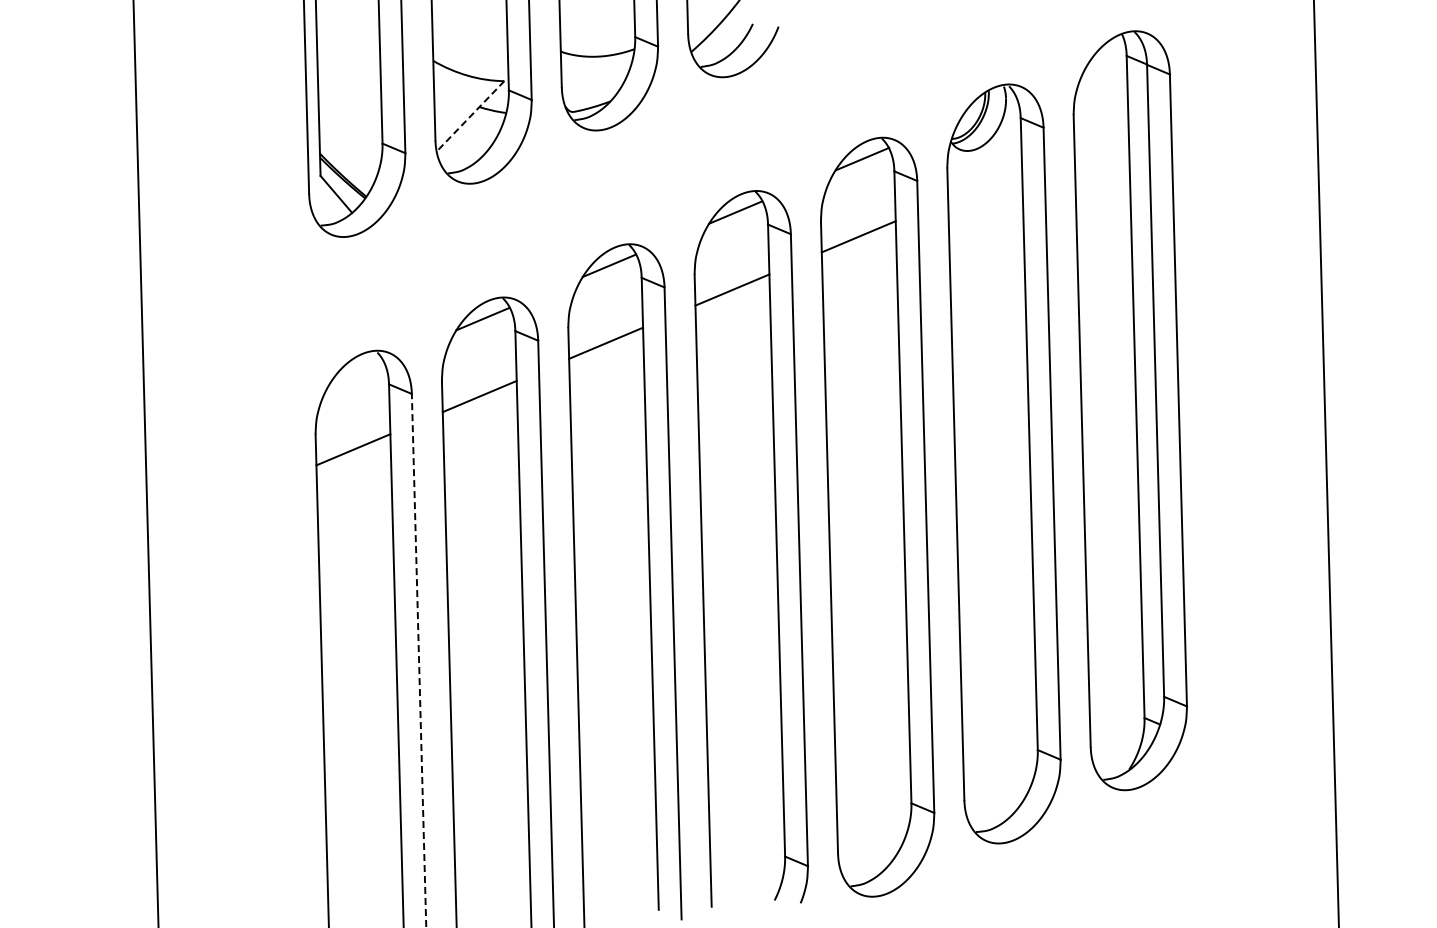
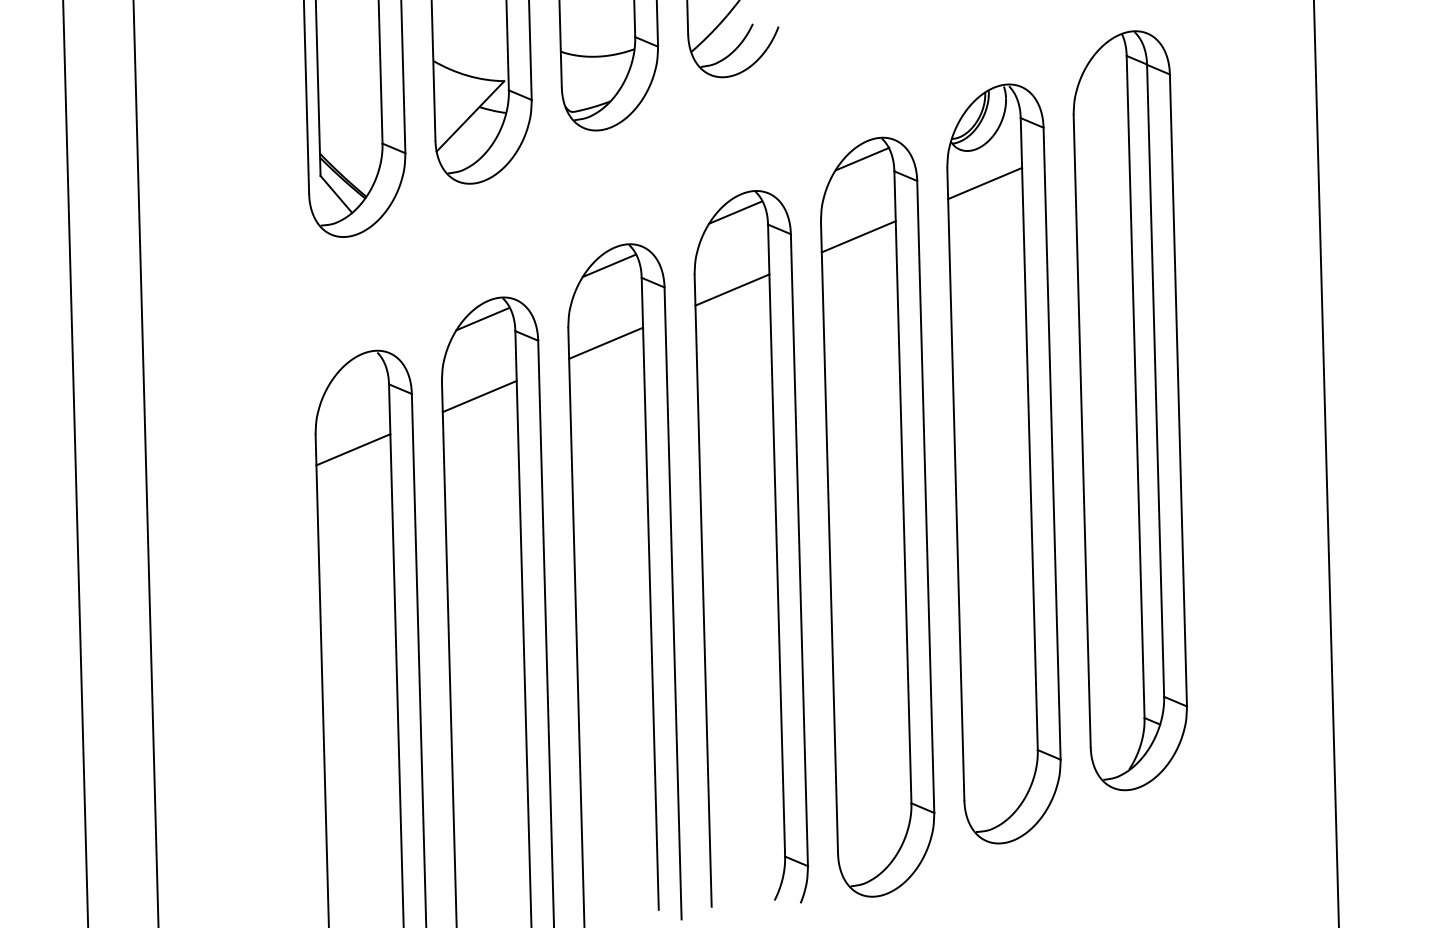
line at (470, 116): dashed -> solid
line at (985, 183): none -> present
line at (75, 463): none -> present
line at (419, 660): dashed -> solid
